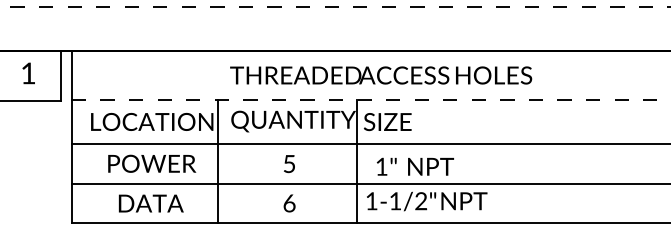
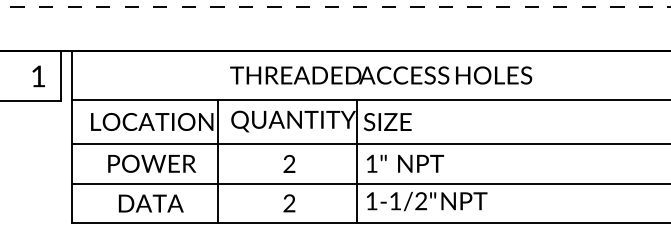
text at (28, 73) position: (28, 73) -> (38, 76)
line at (371, 100): dashed -> solid
text at (289, 164): 5 -> 2
text at (414, 166) position: (414, 166) -> (404, 163)
text at (289, 203): 6 -> 2
